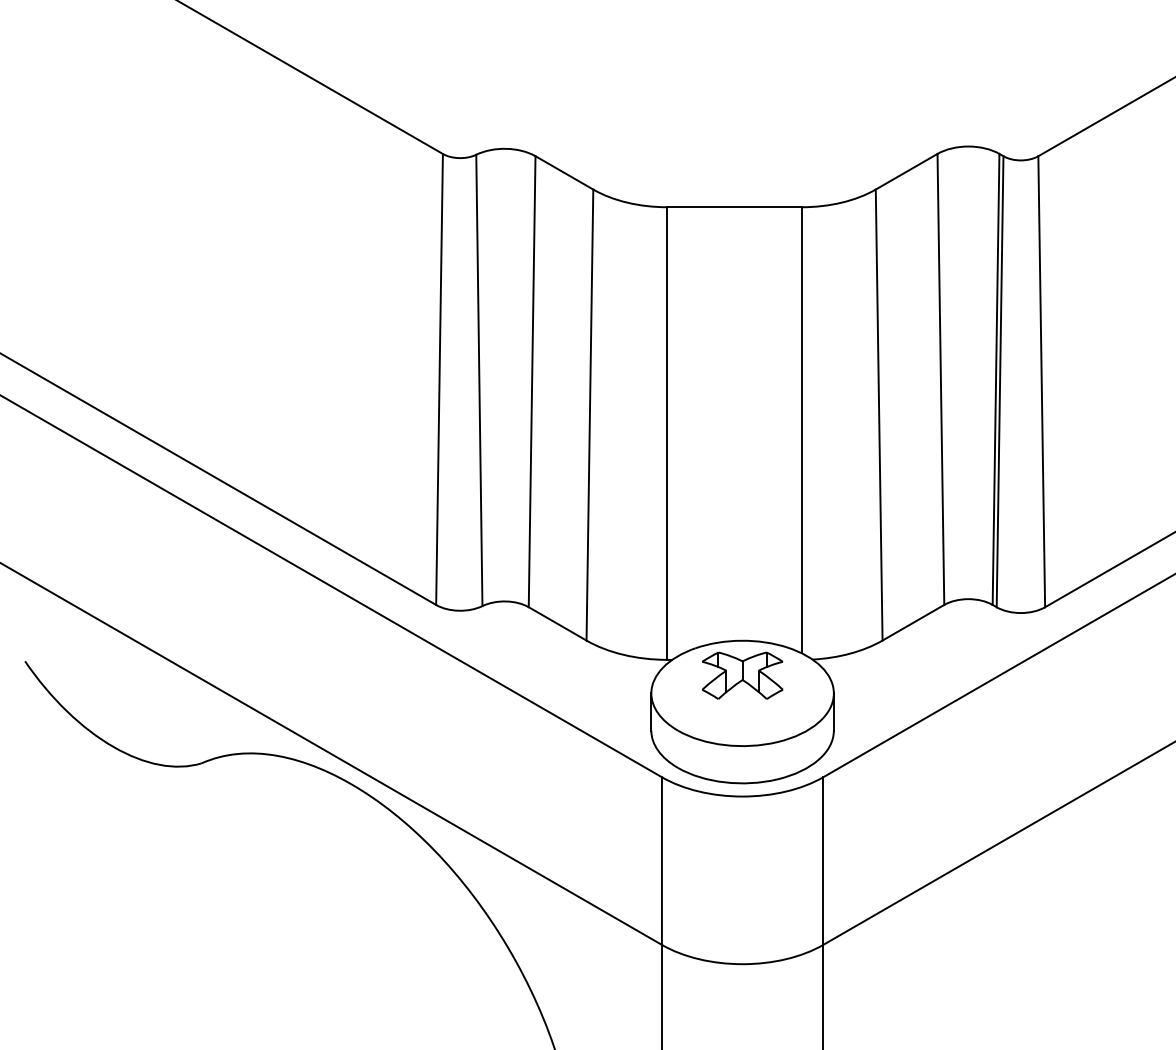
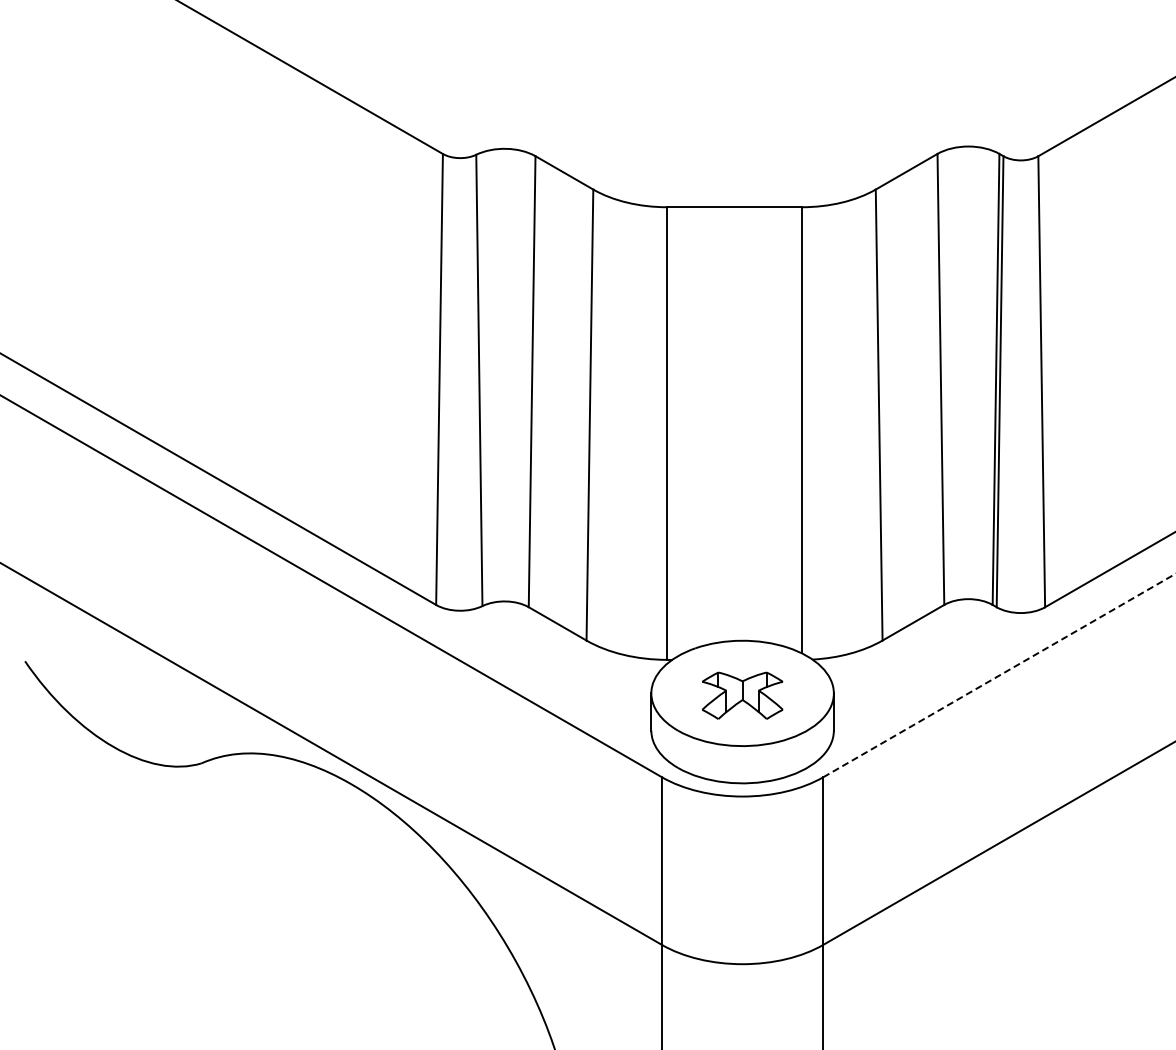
part at (742, 675) position: (742, 675) -> (742, 695)
line at (999, 675): solid -> dashed
